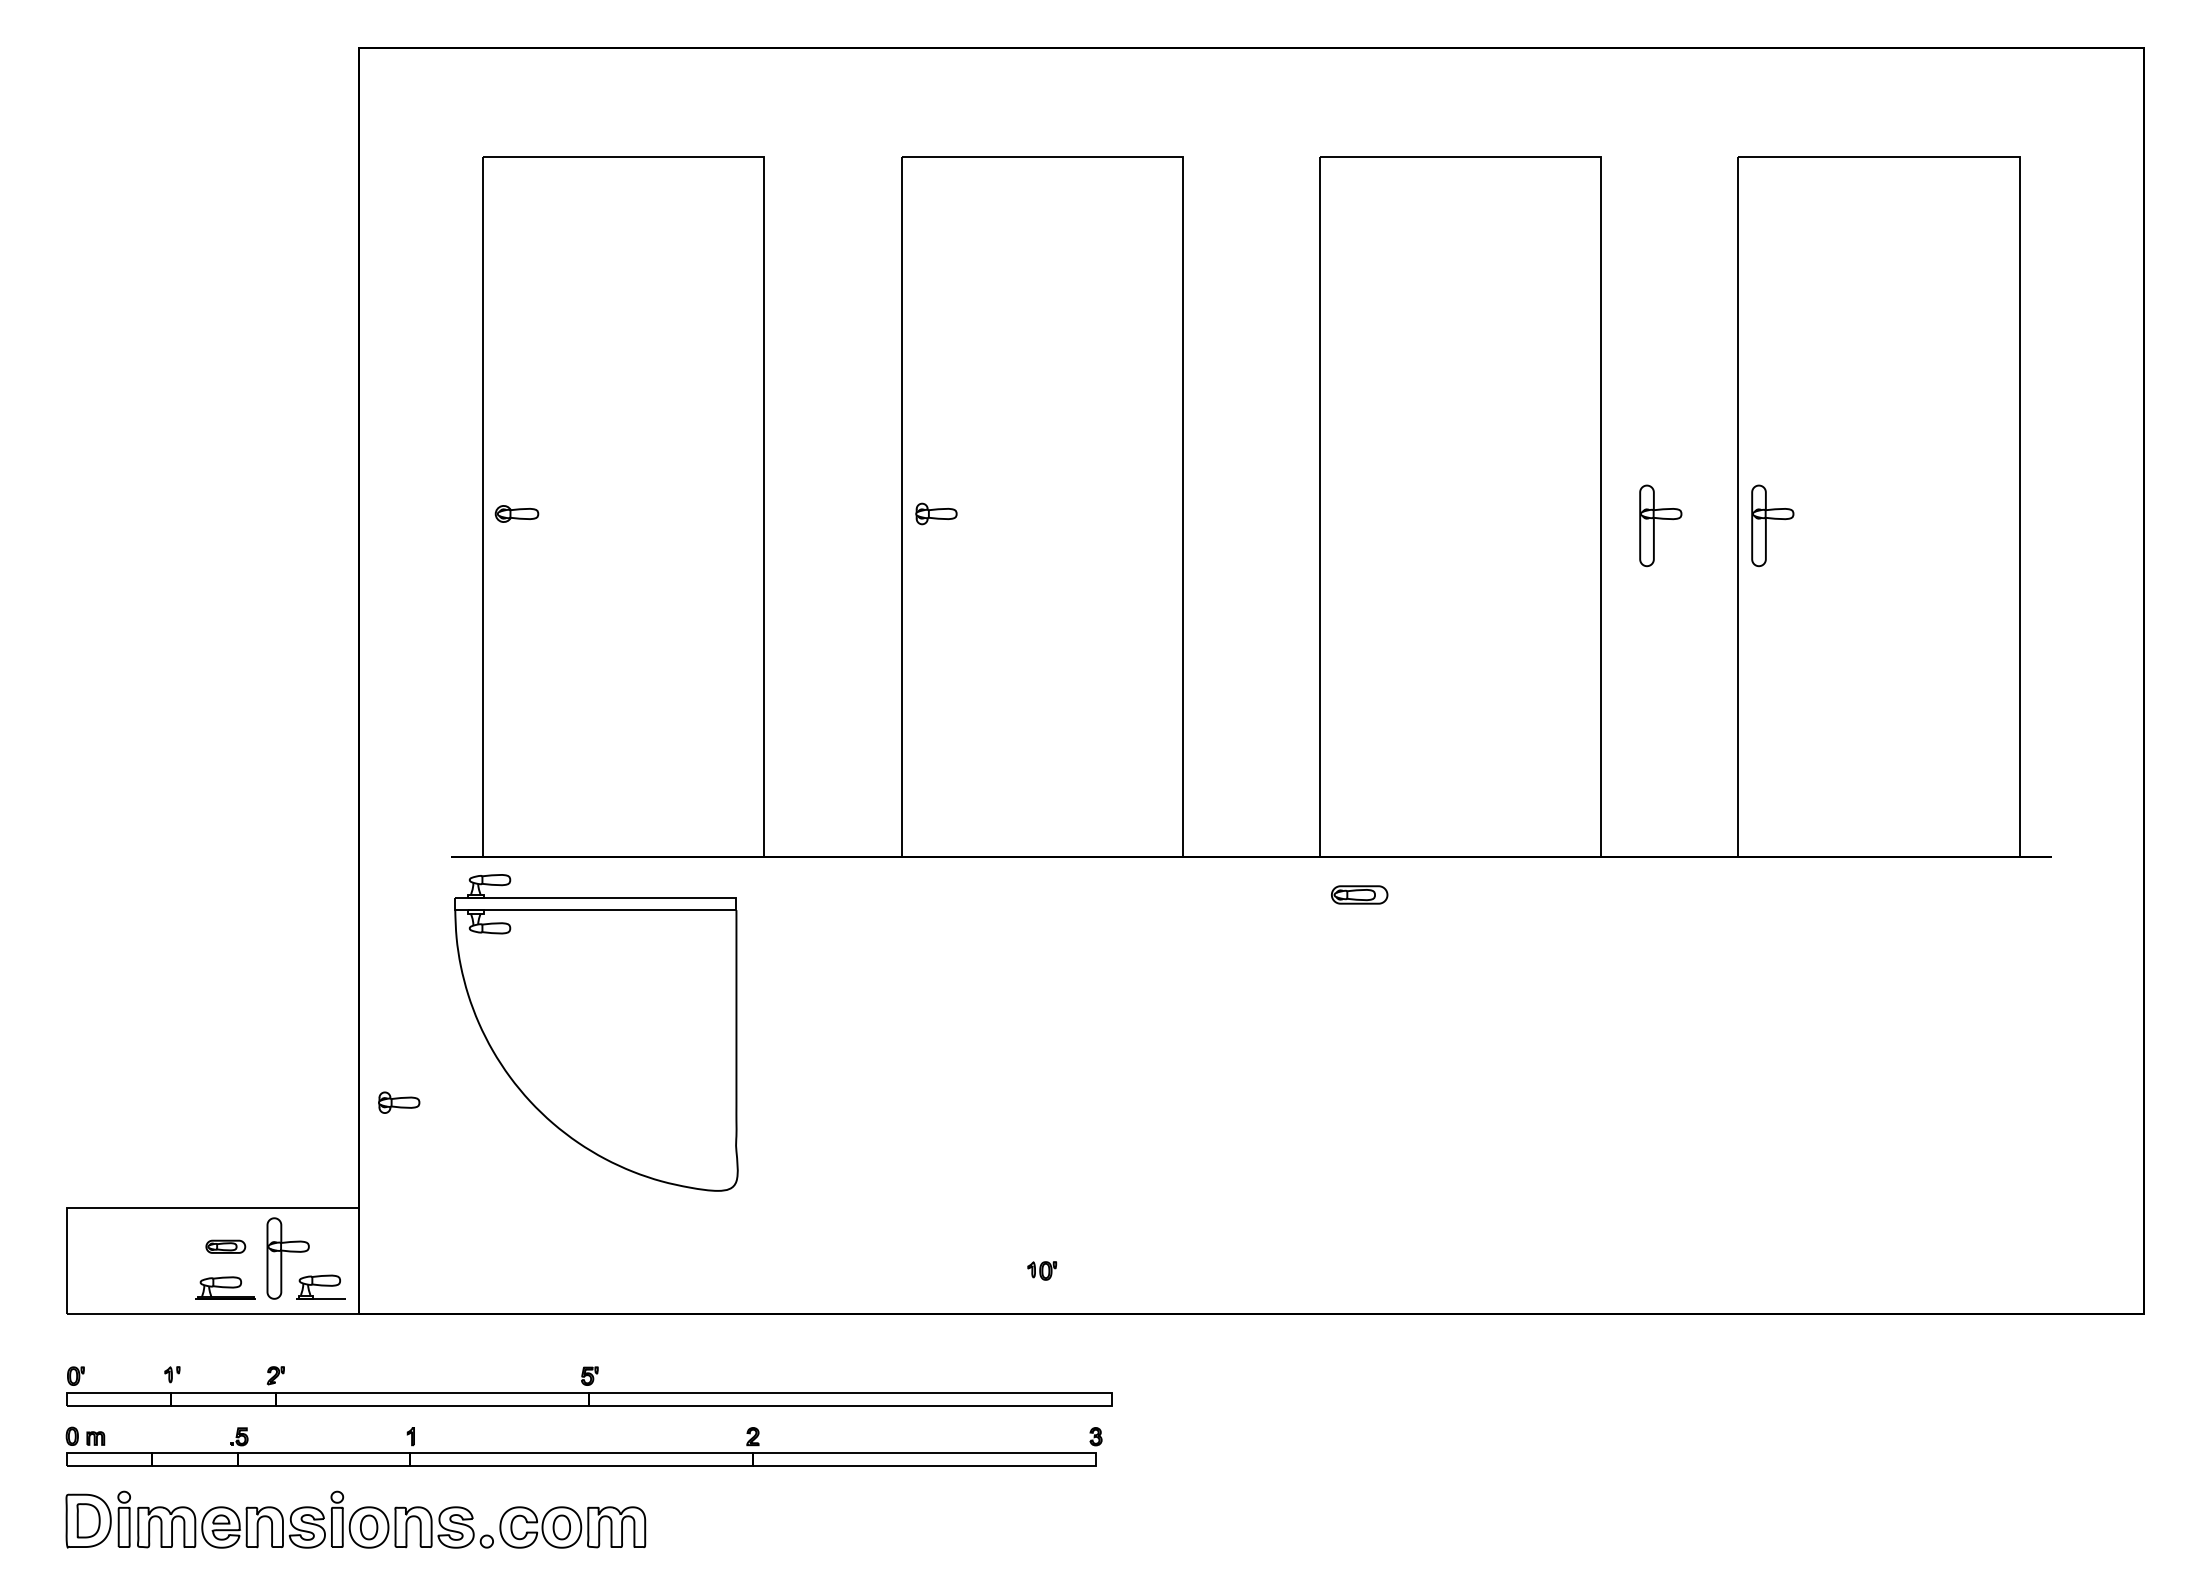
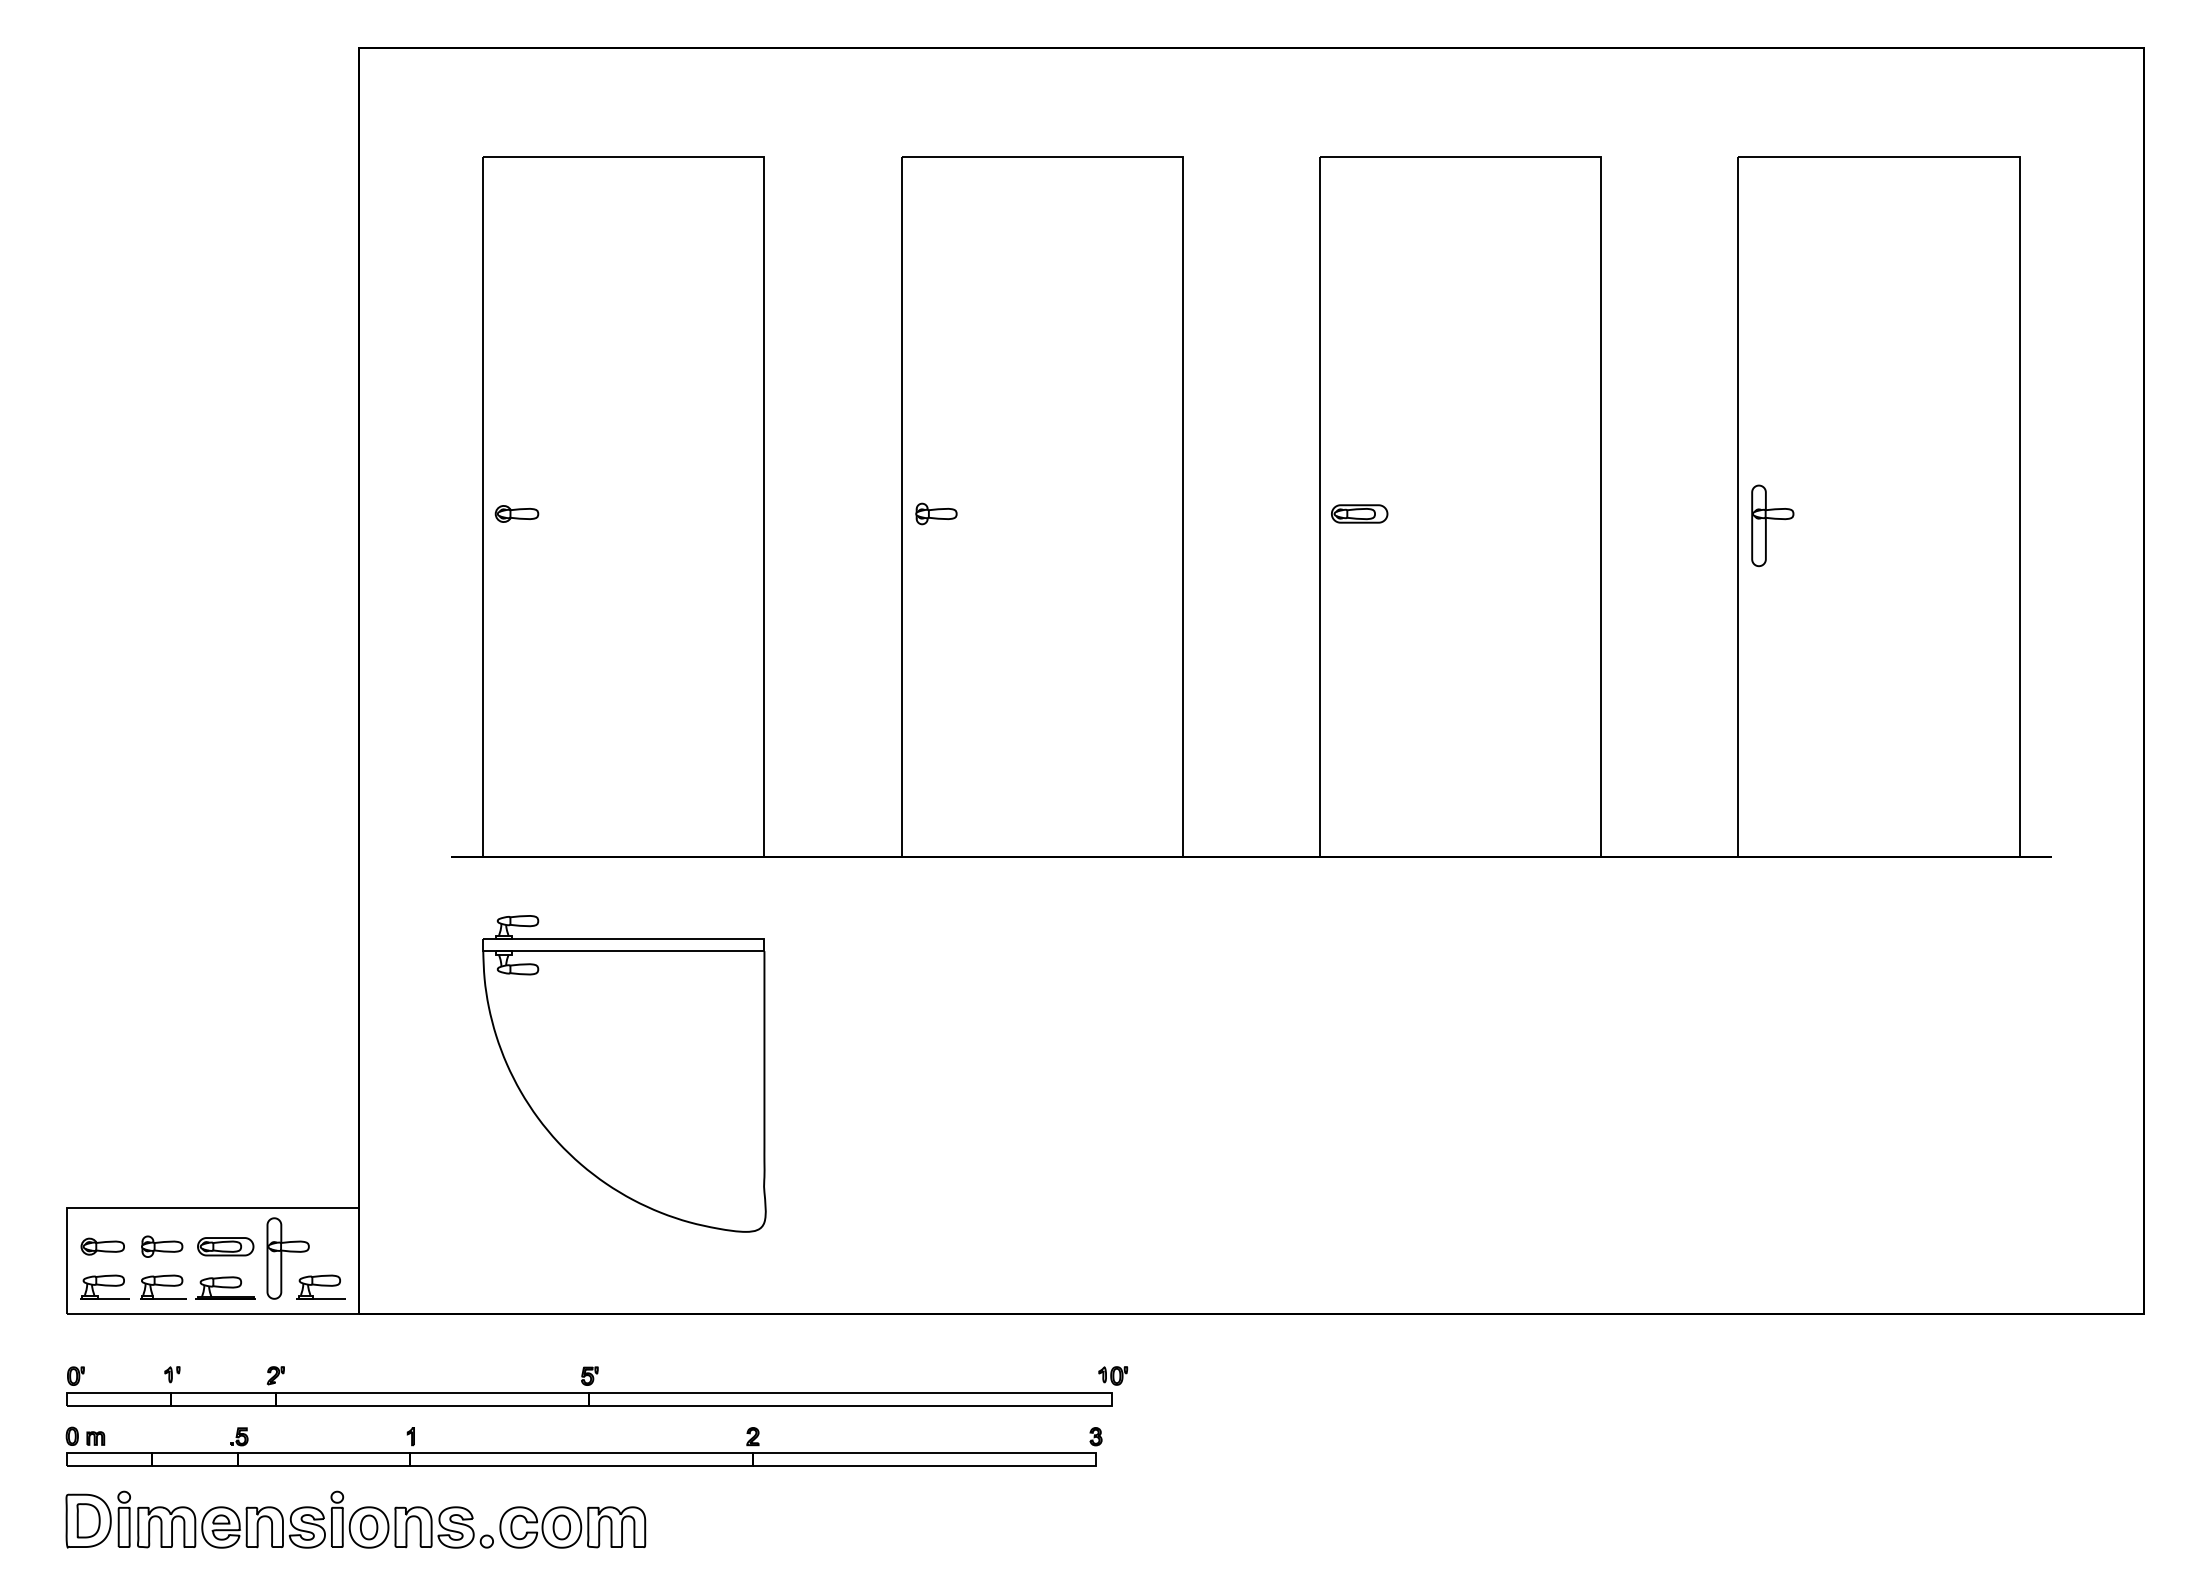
part at (1660, 525): present -> none
part at (1359, 894) position: (1359, 894) -> (1359, 513)
part at (596, 1032) position: (596, 1032) -> (624, 1073)
part at (399, 1102) position: (399, 1102) -> (162, 1246)
part at (102, 1246): none -> present
part at (225, 1246) size: 42x15 px -> 58x20 px
part at (1042, 1270) position: (1042, 1270) -> (1113, 1375)
part at (104, 1286): none -> present
part at (163, 1286): none -> present
